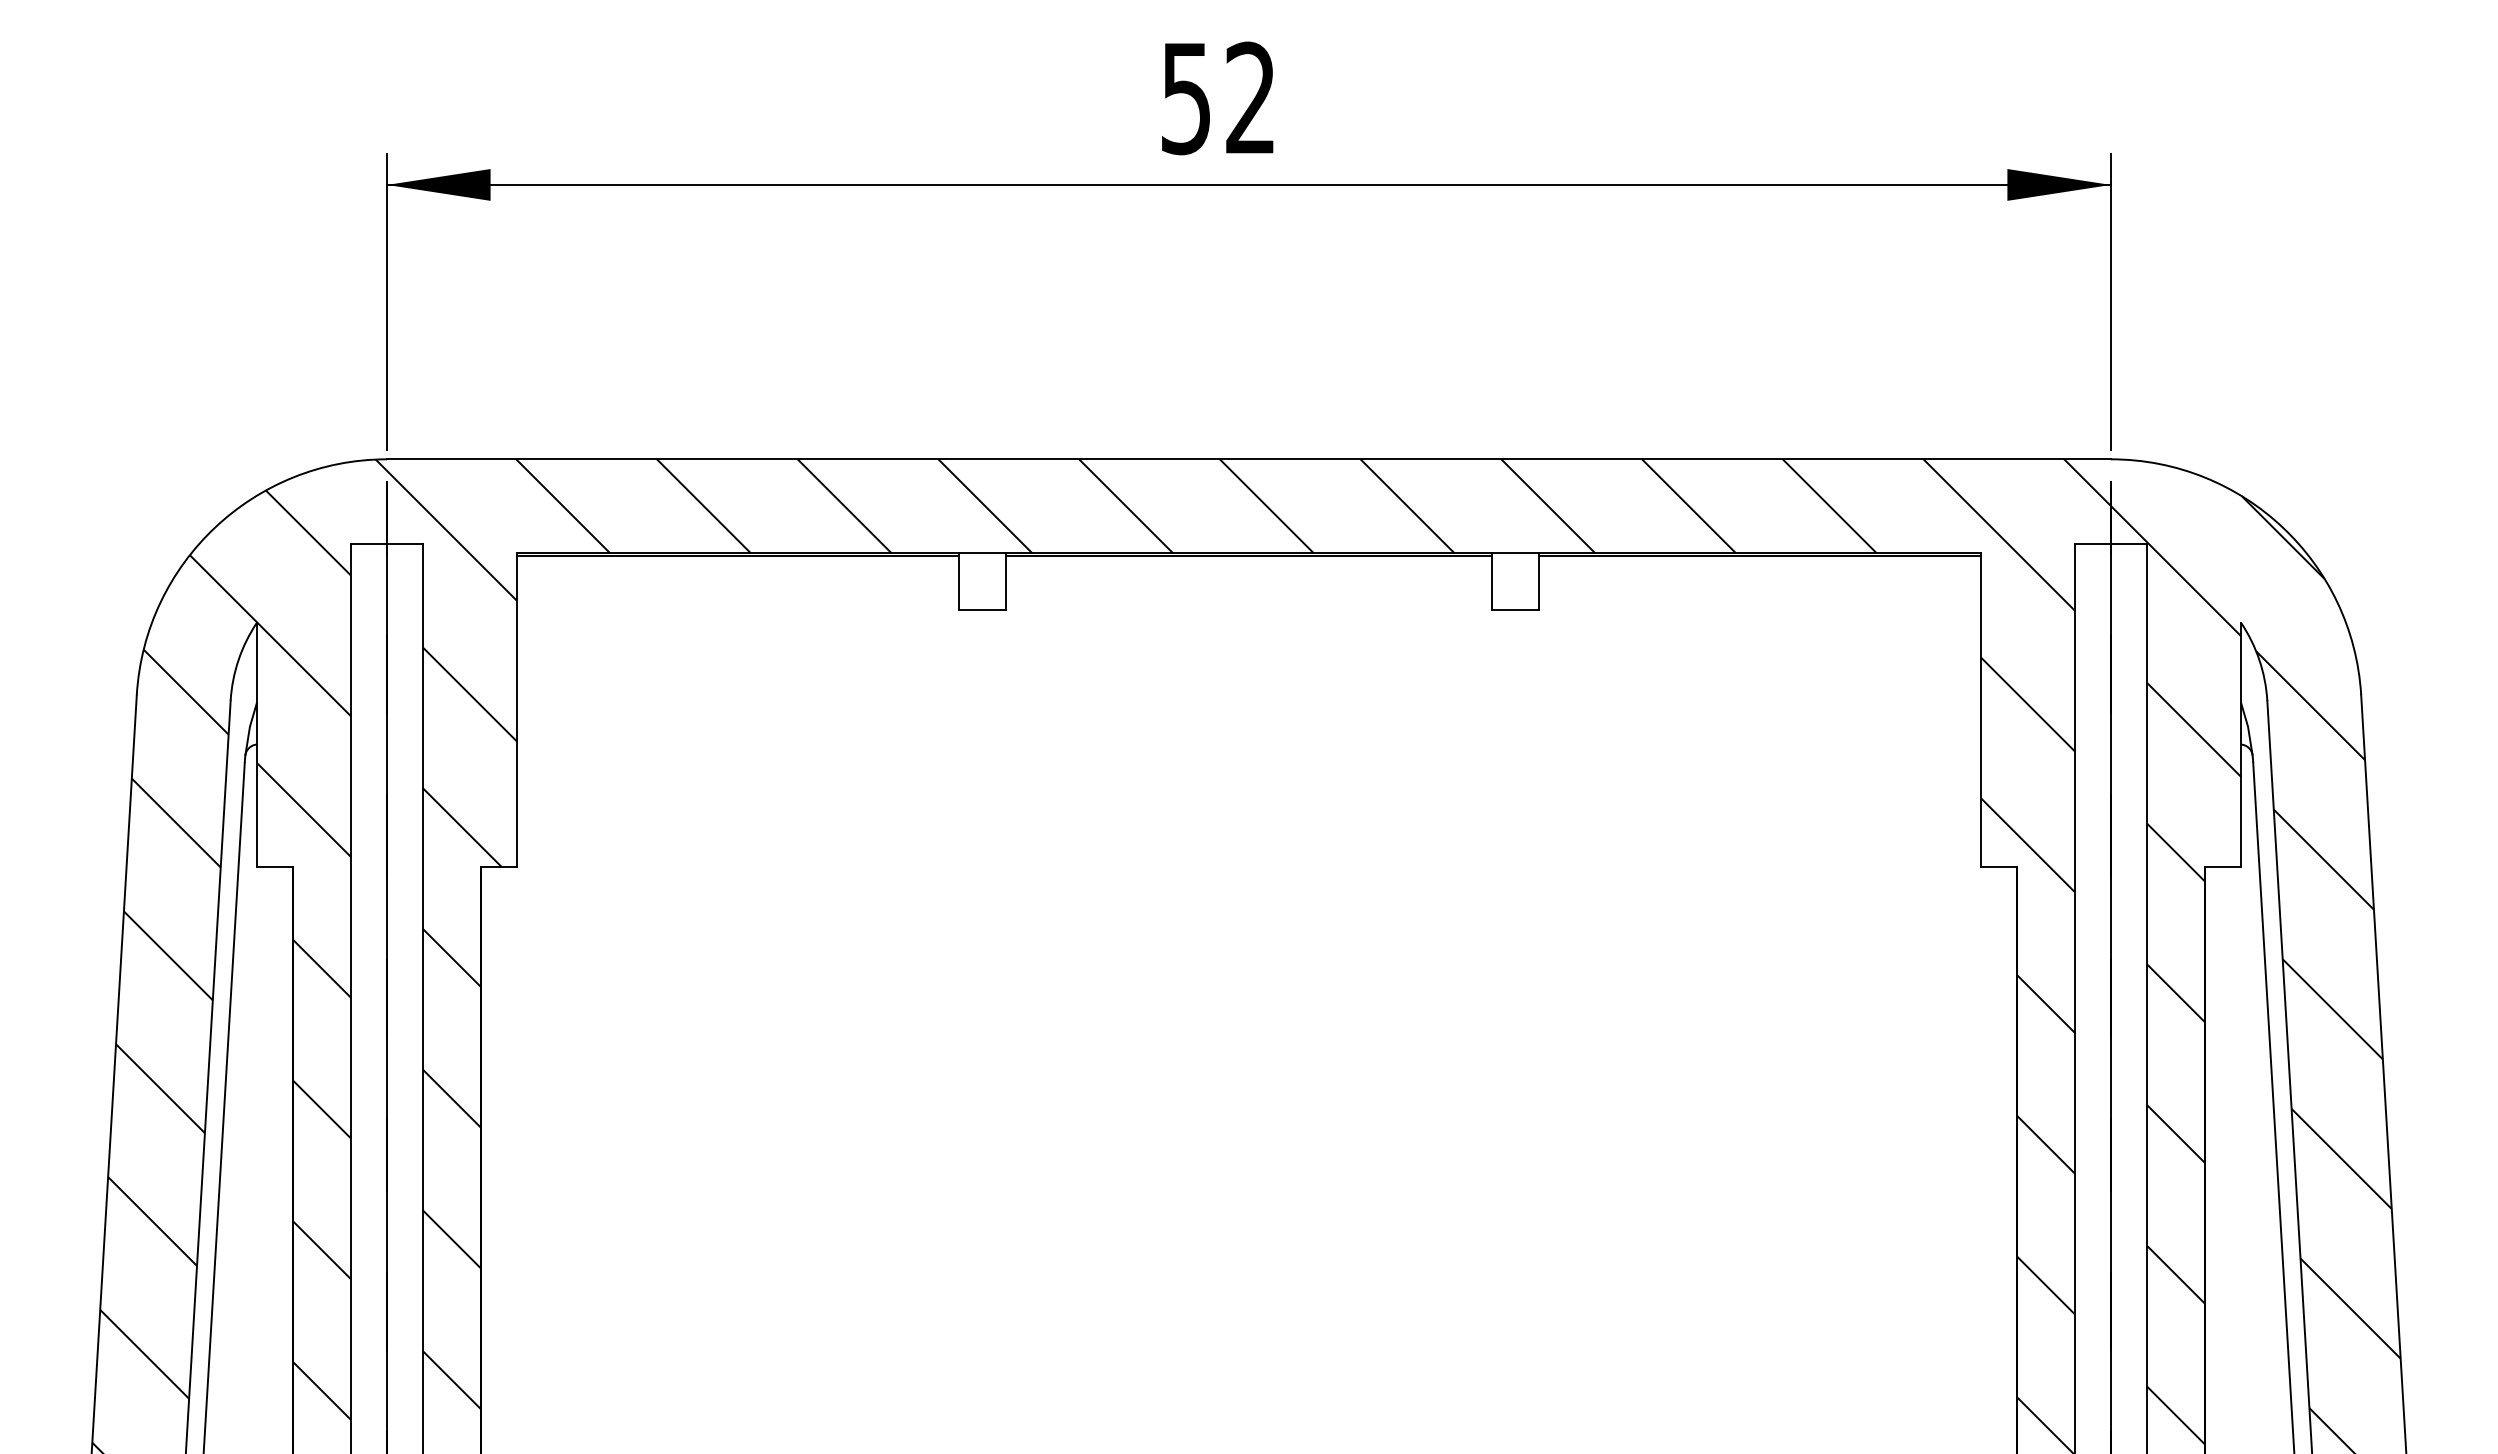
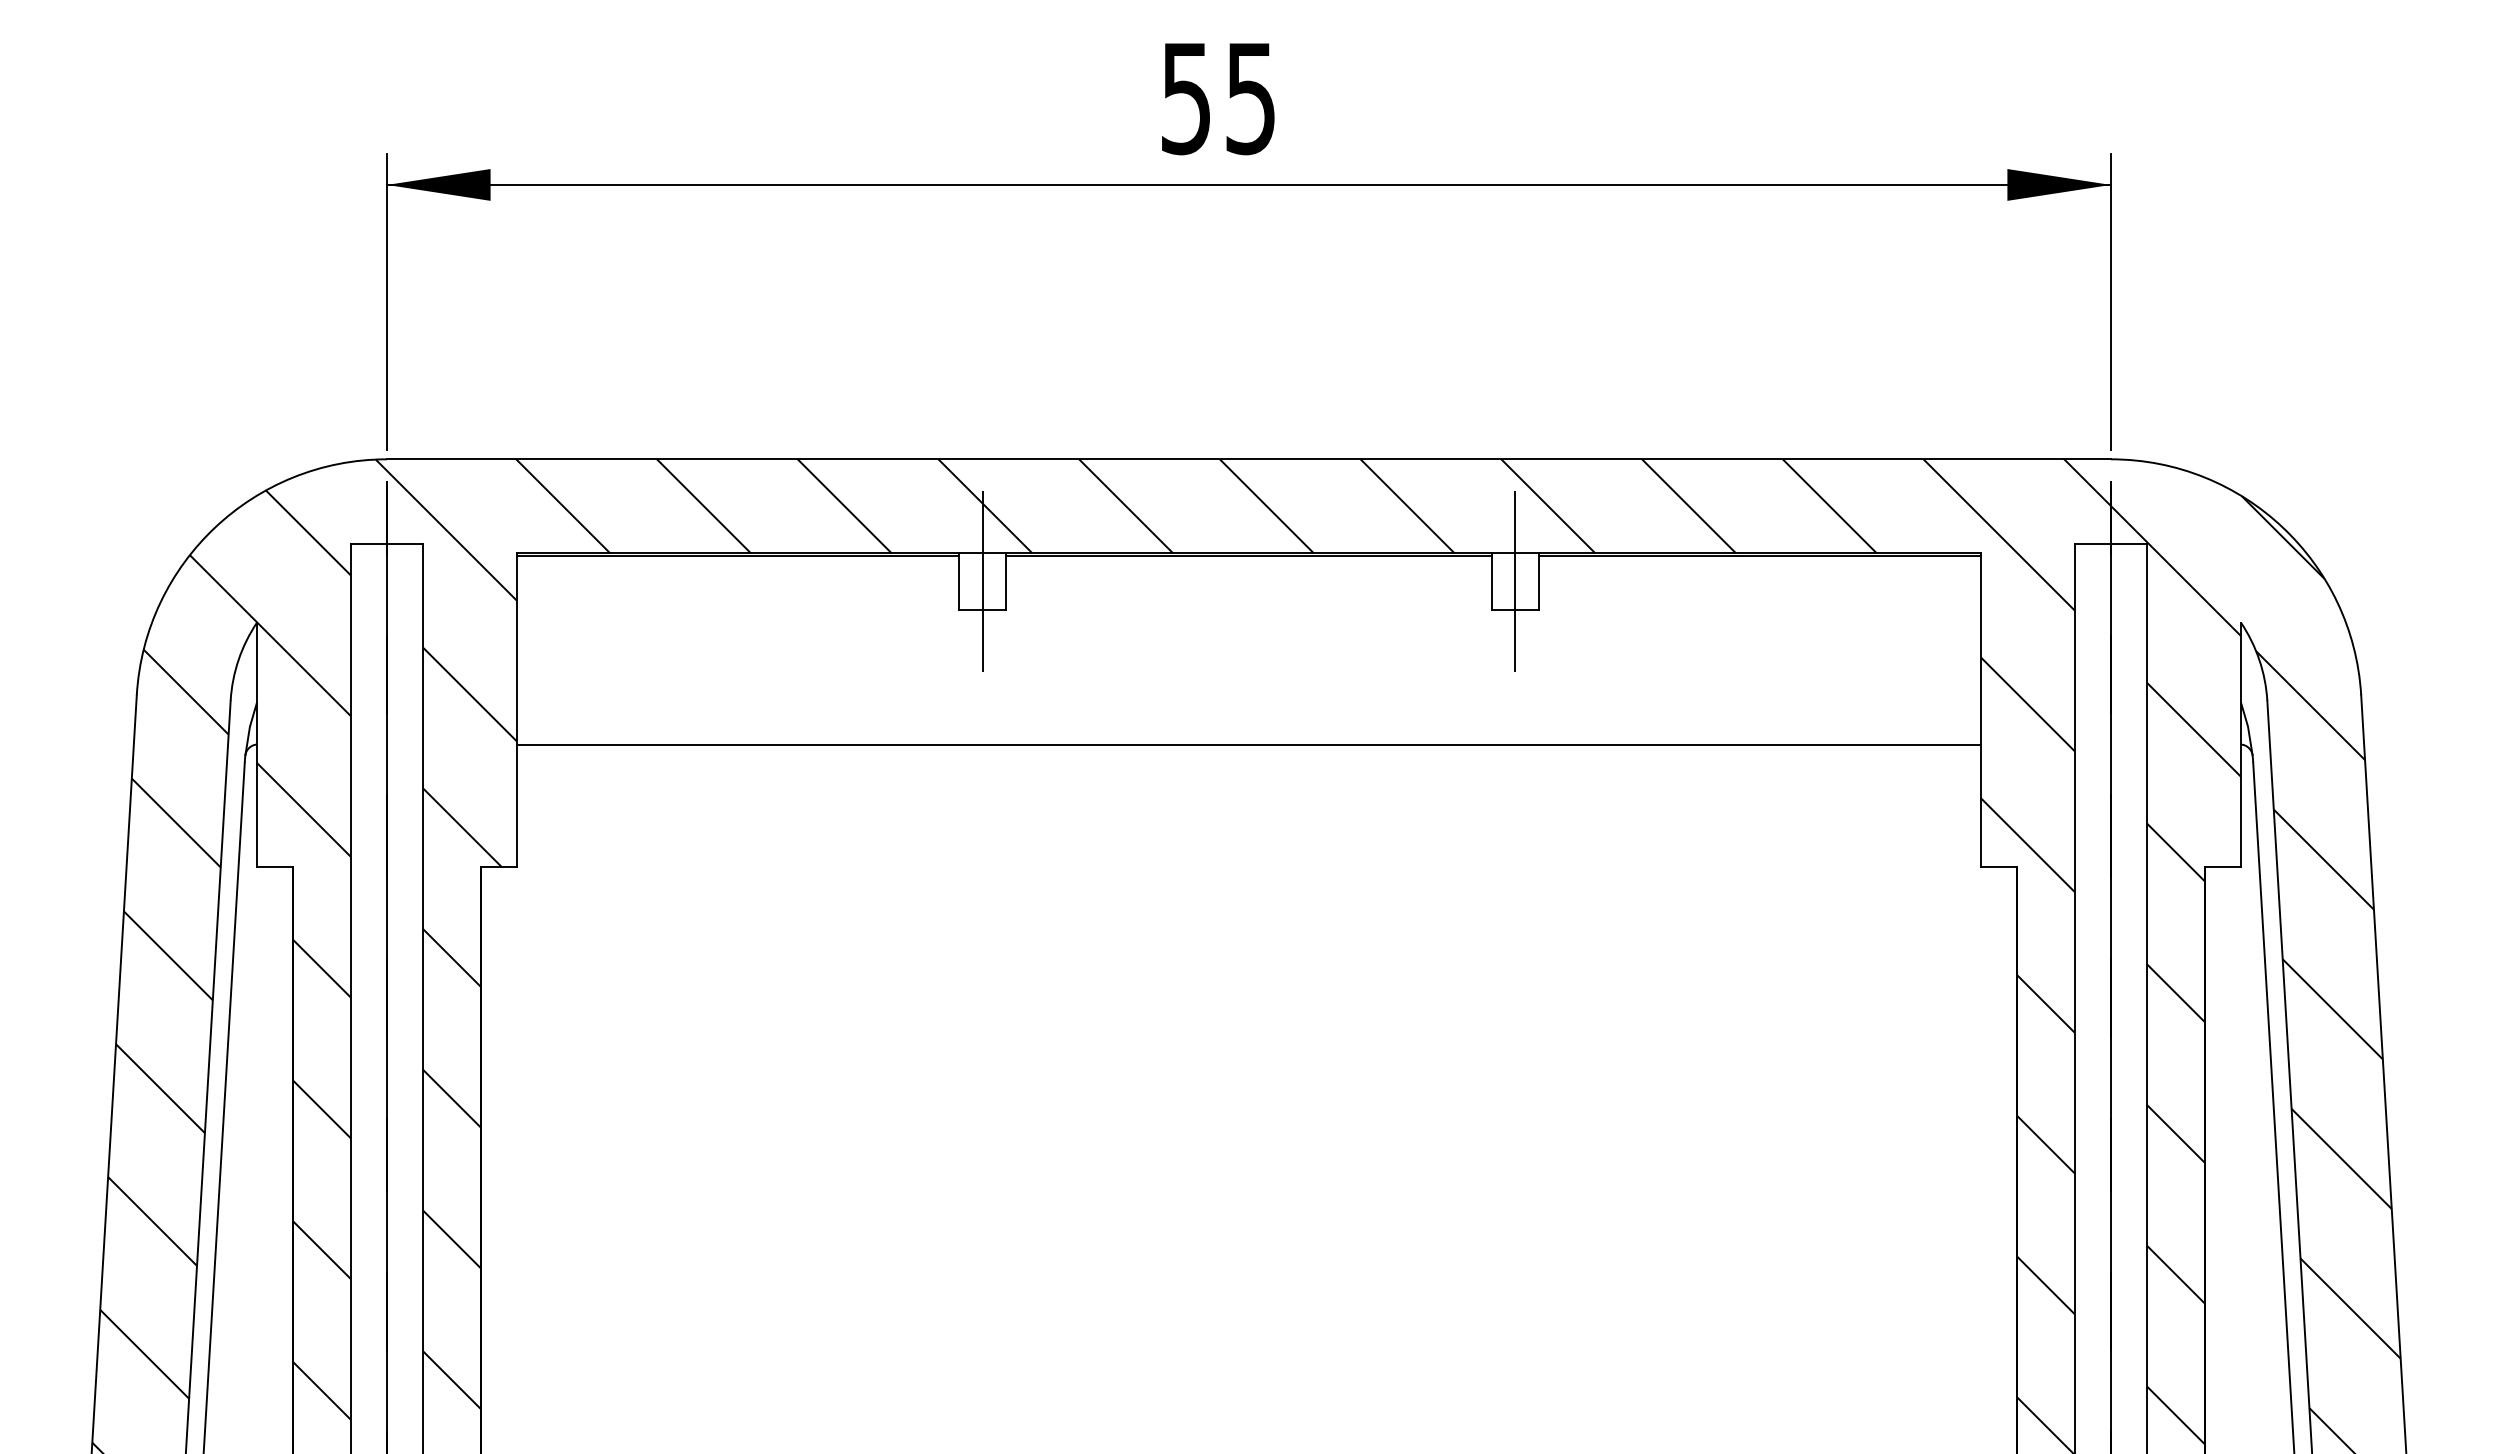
text at (1250, 98): 52 -> 55
line at (982, 581): none -> present
line at (1515, 581): none -> present
line at (1248, 744): none -> present
